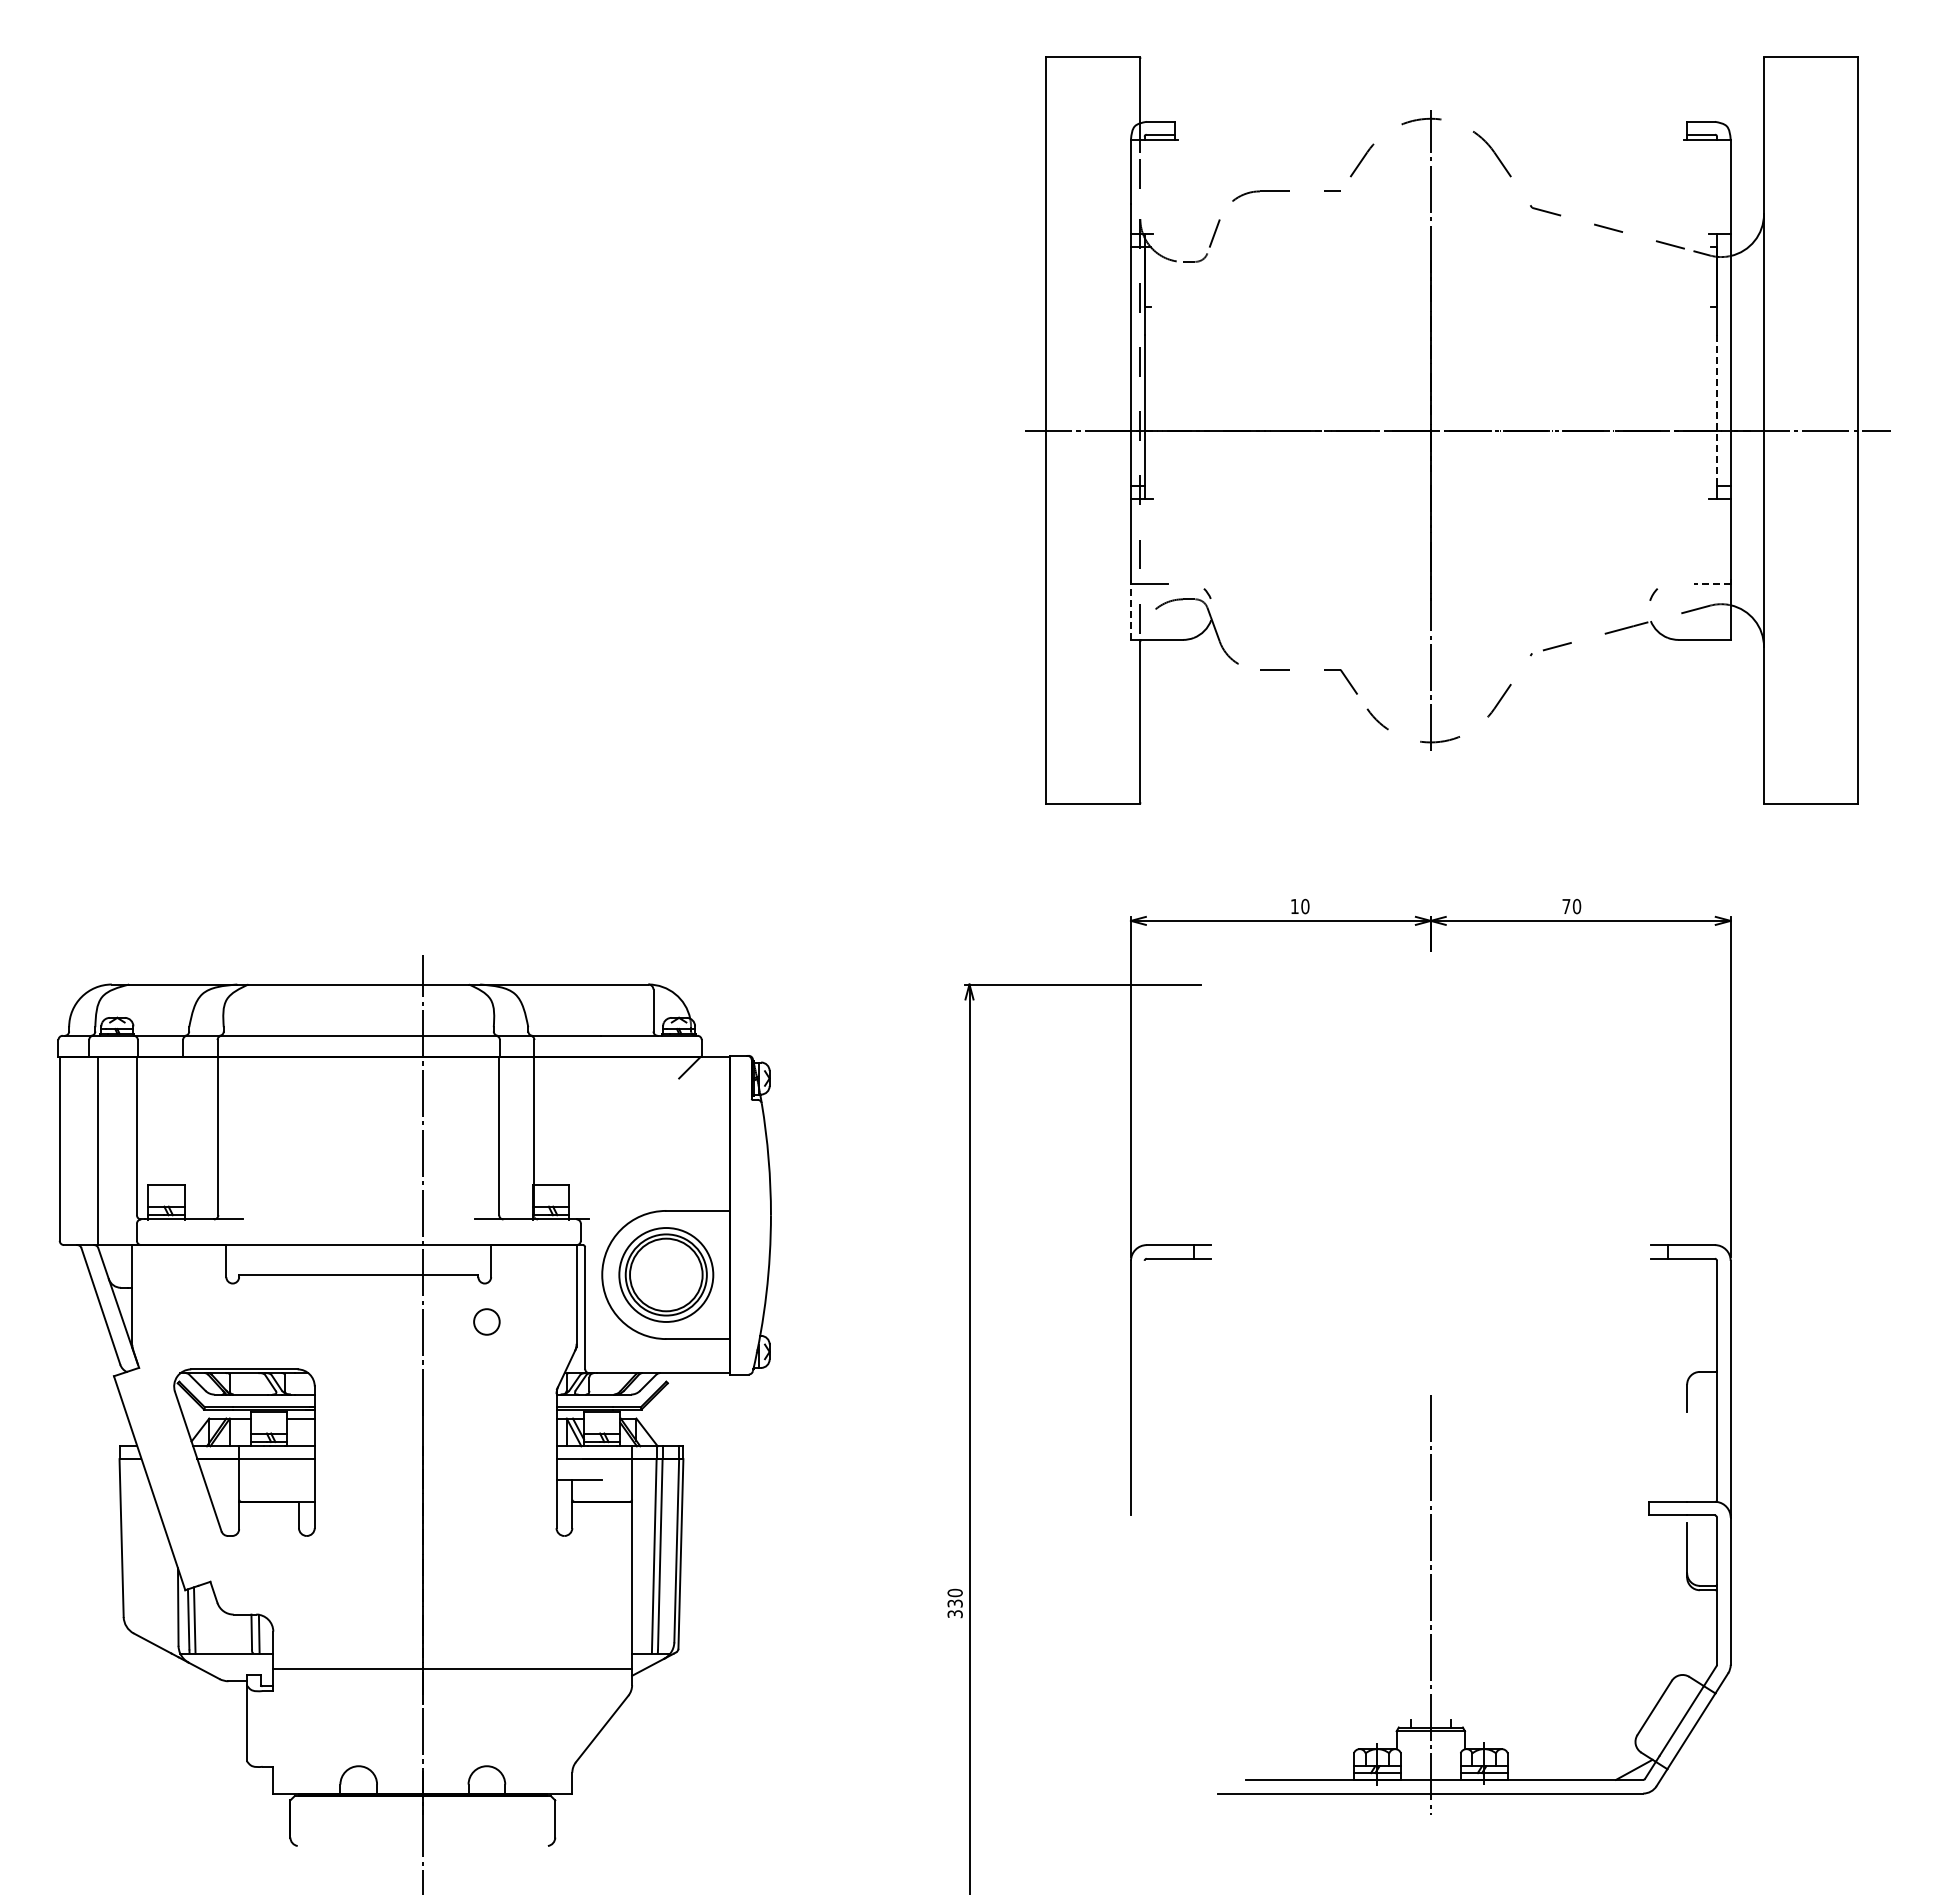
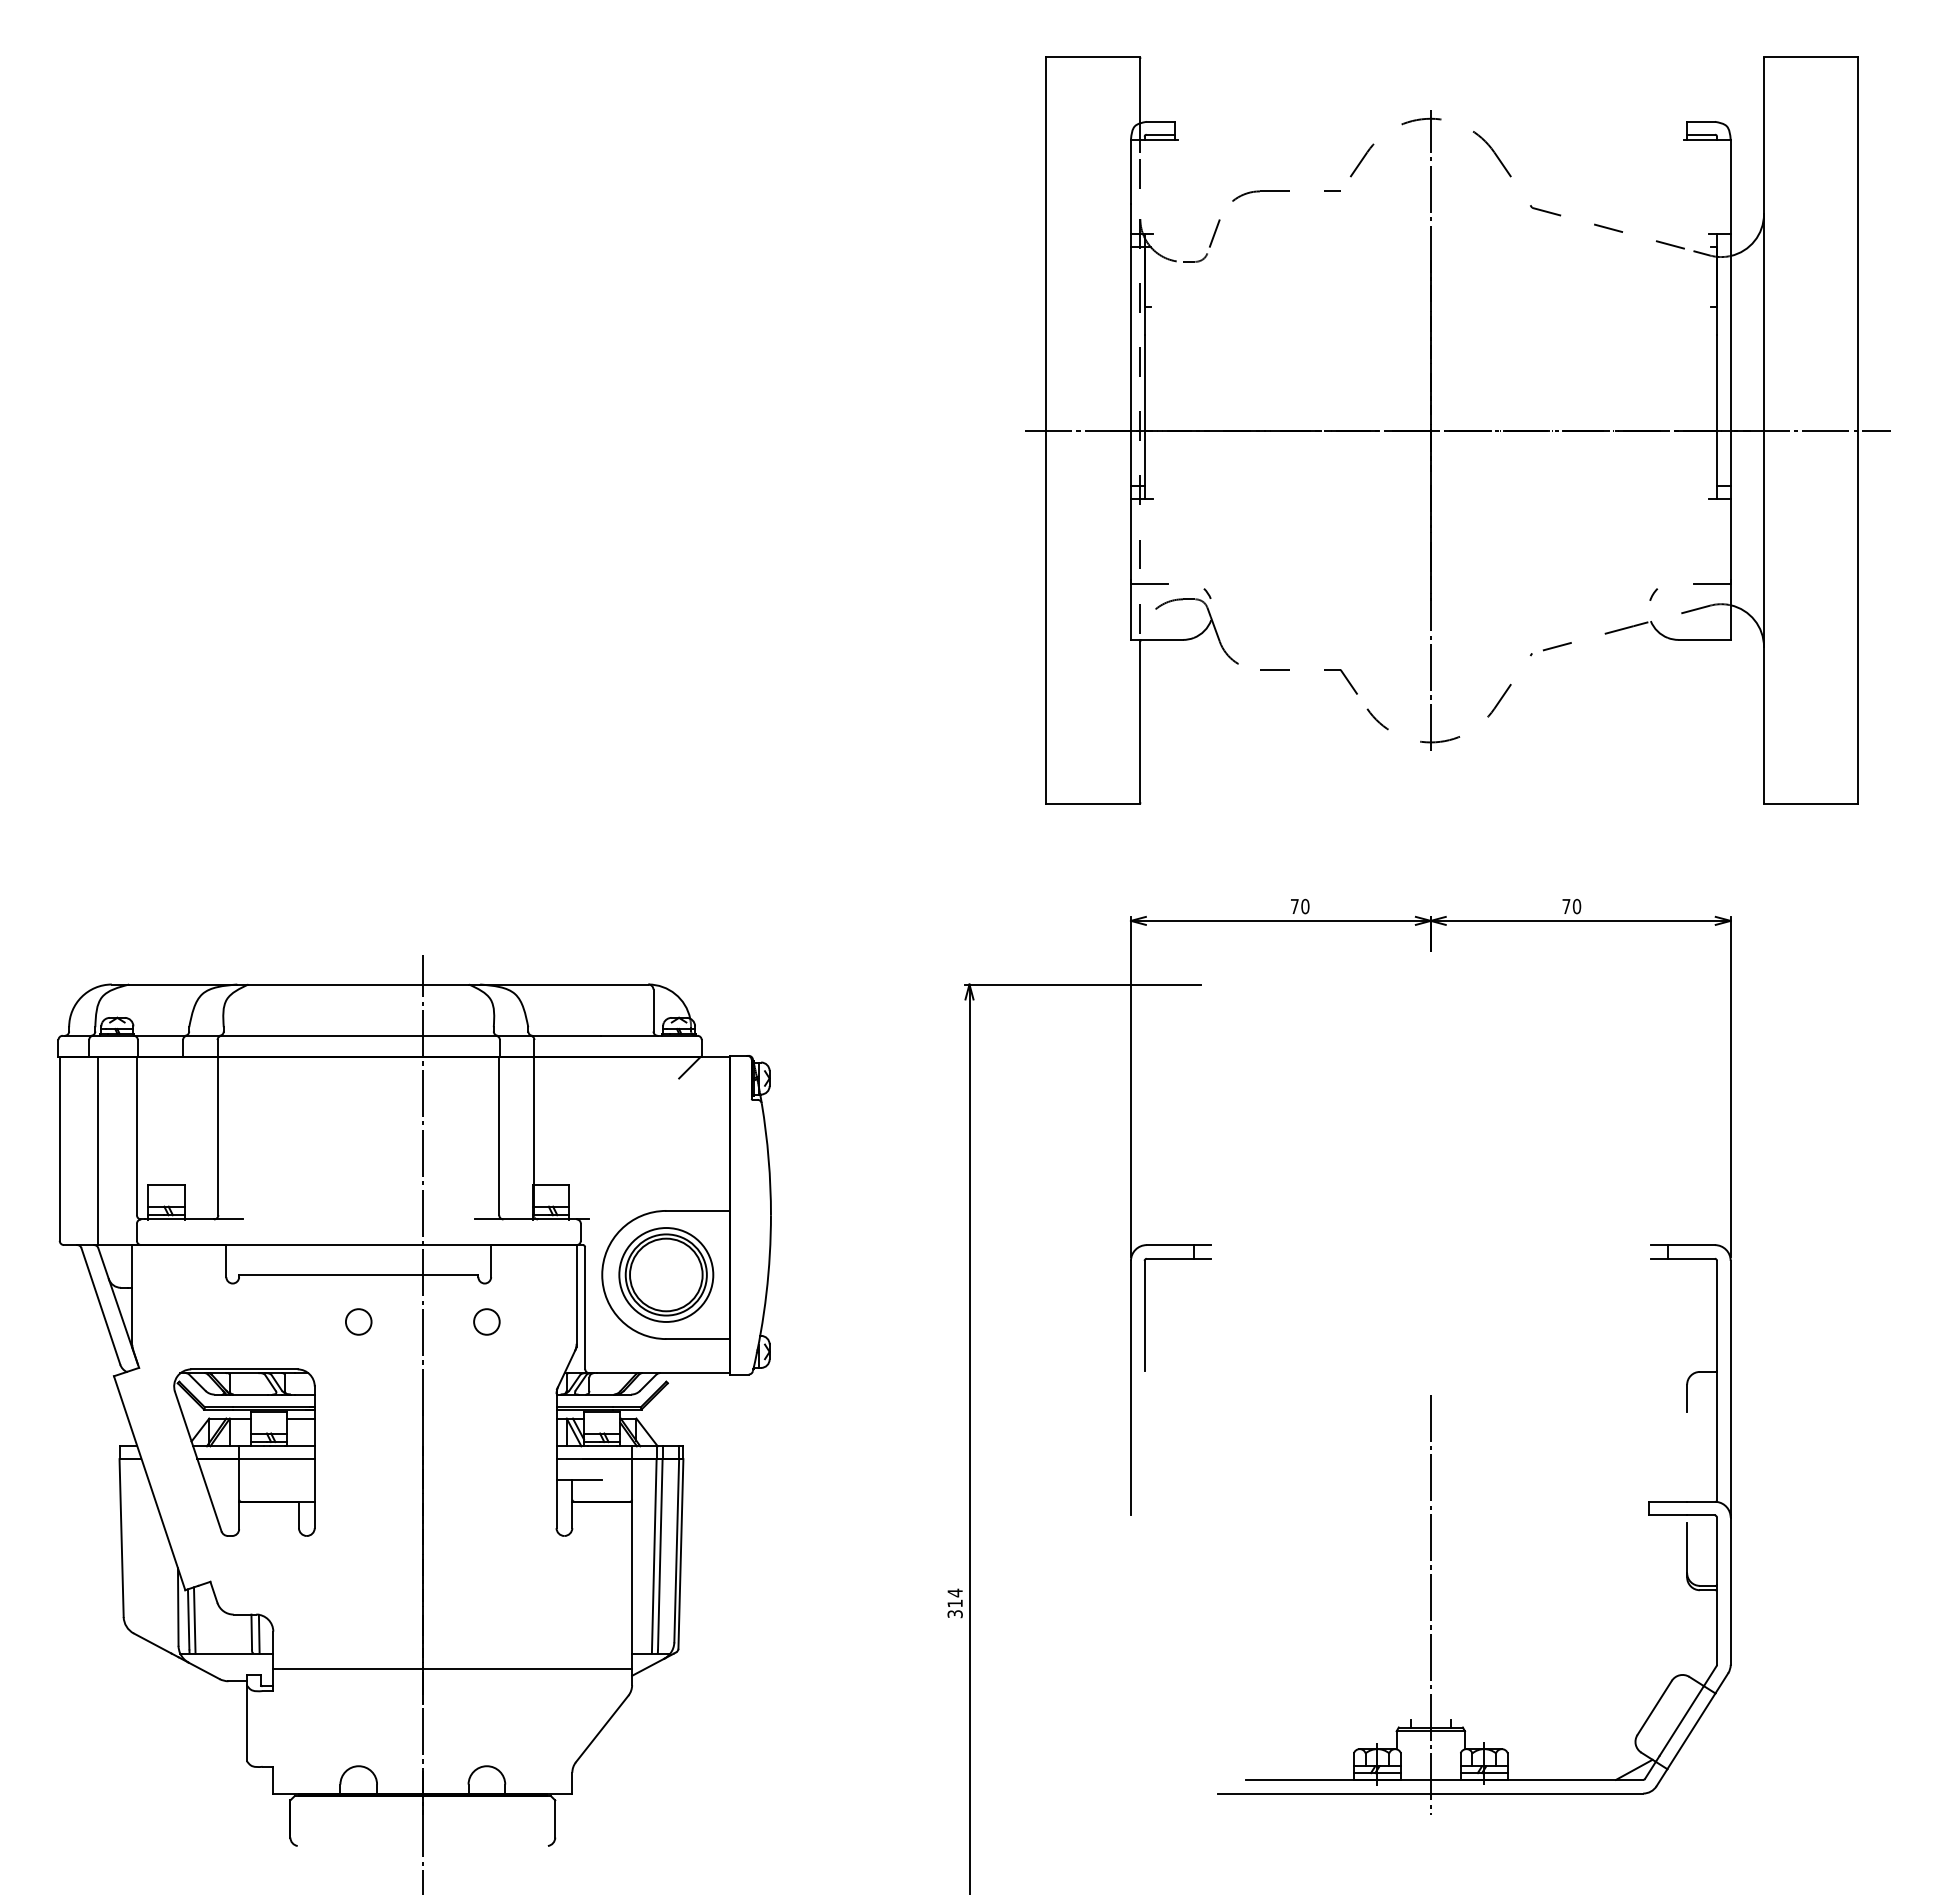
line at (1717, 410): dashed -> solid
line at (1711, 584): dashed -> solid
line at (1130, 610): dashed -> solid
text at (1294, 906): 10 -> 70
line at (1144, 1315): none -> present
circle at (358, 1321): none -> present
text at (954, 1597): 330 -> 314
